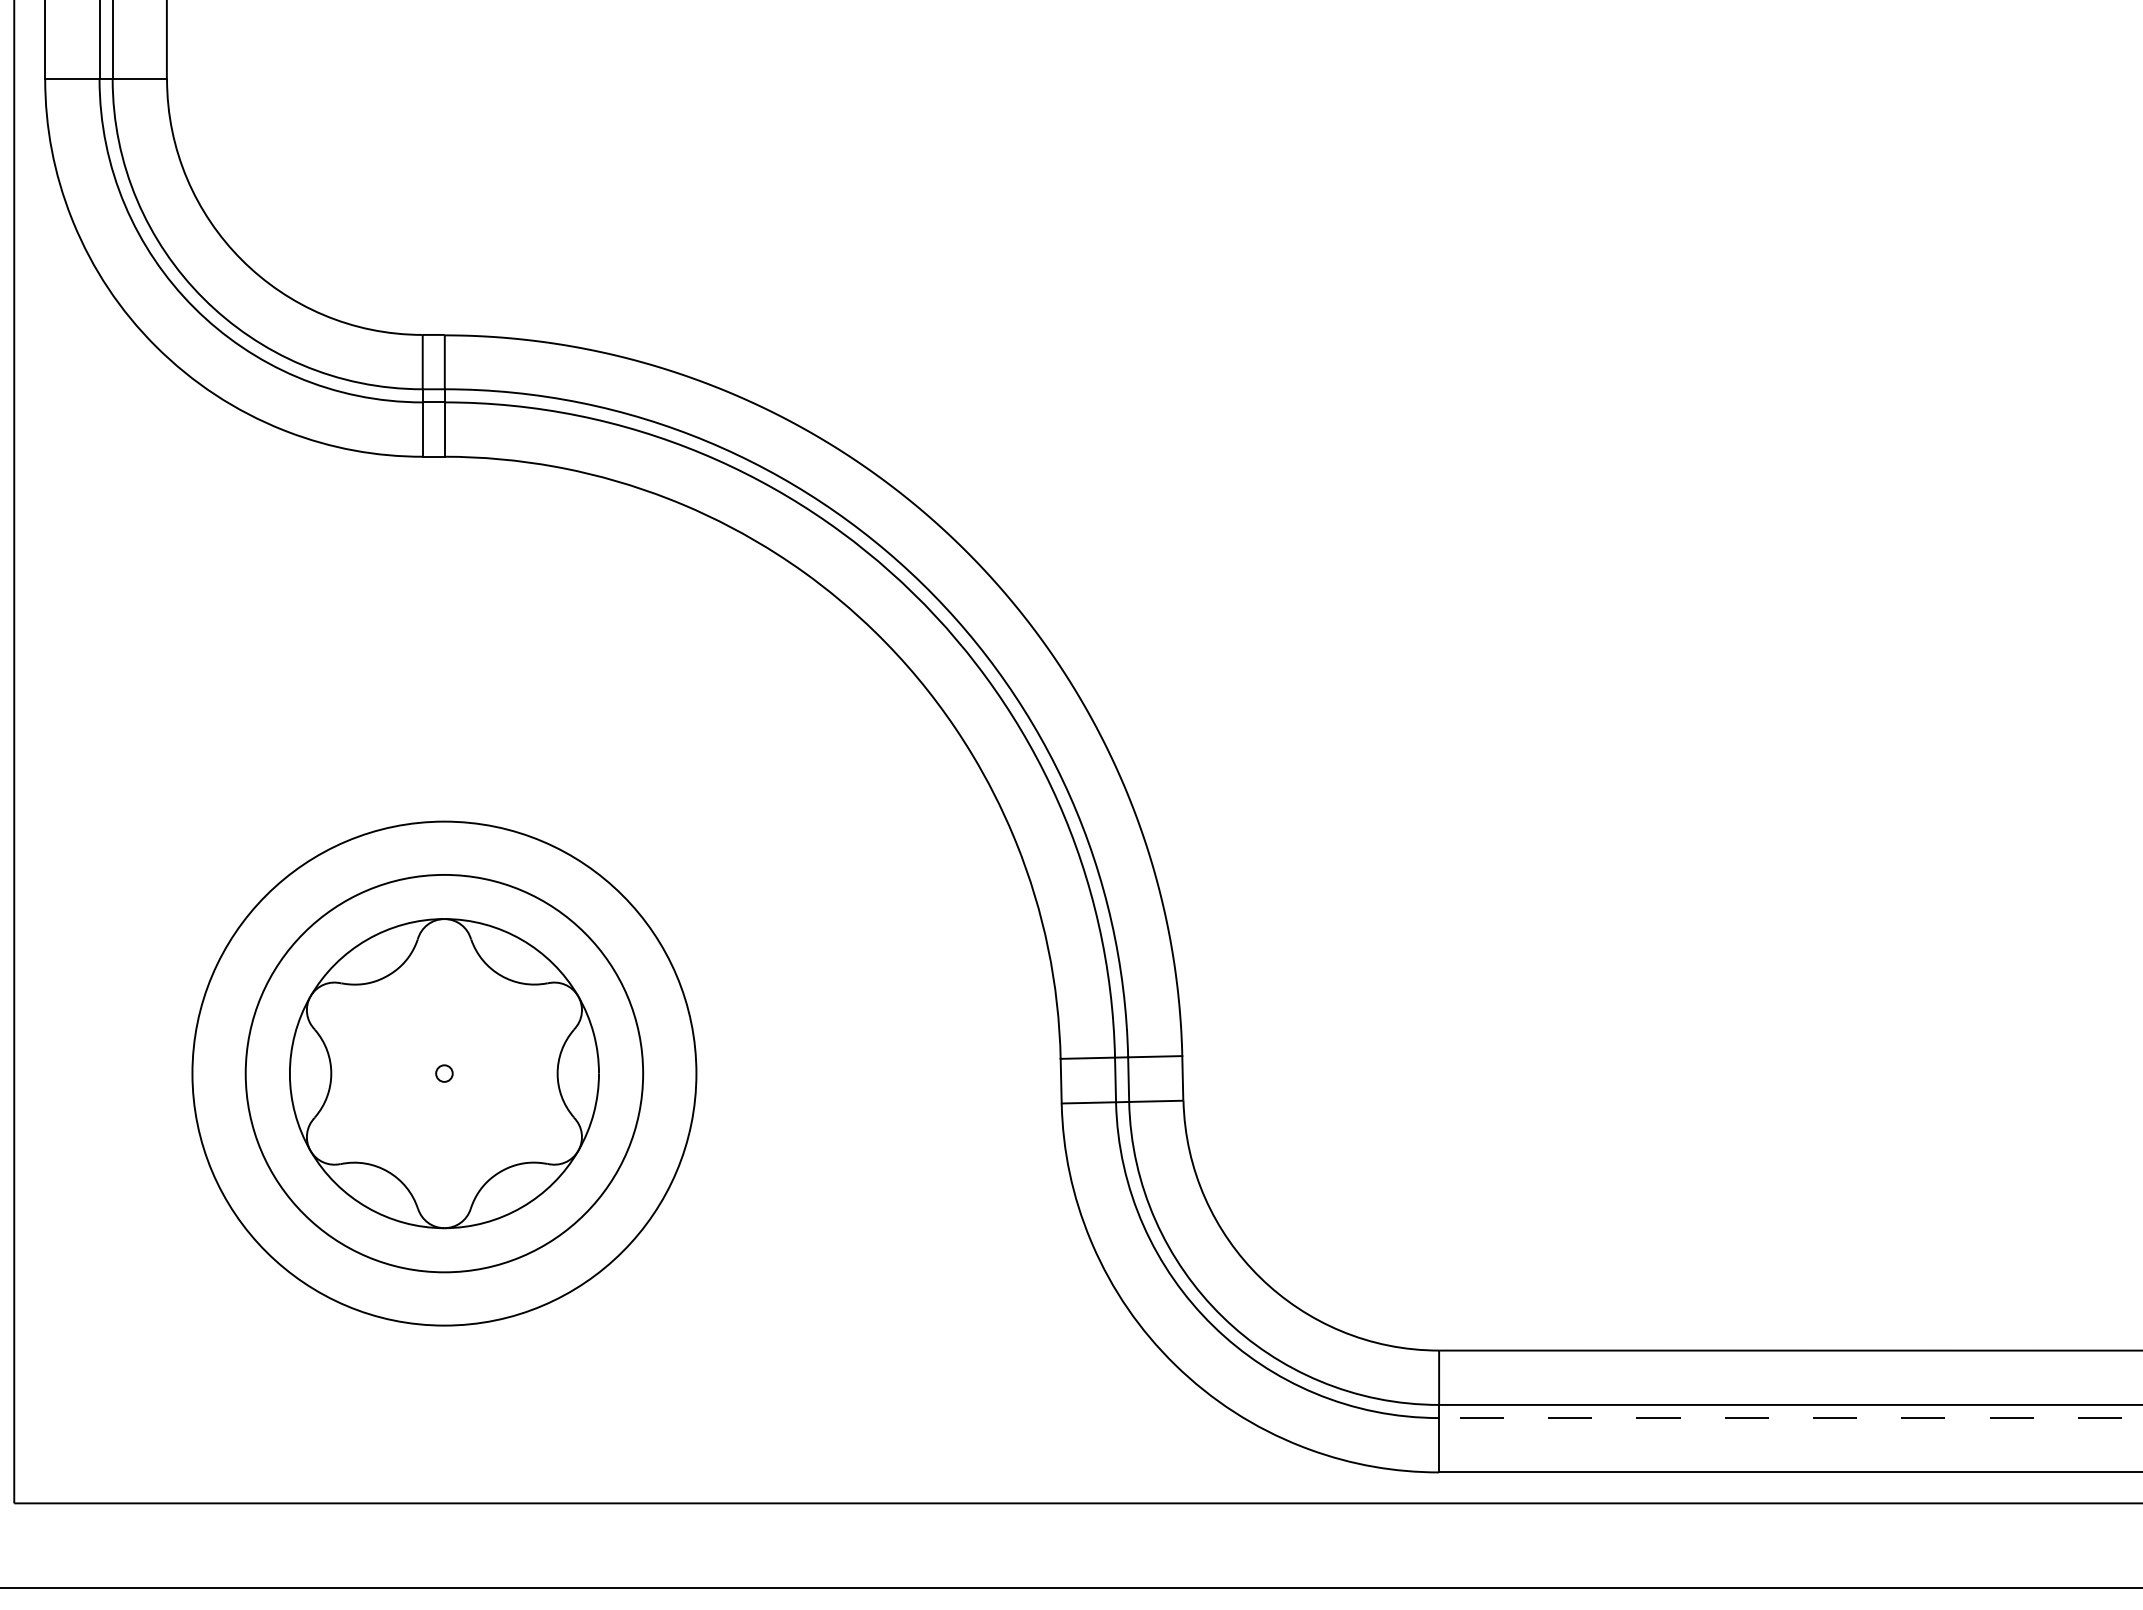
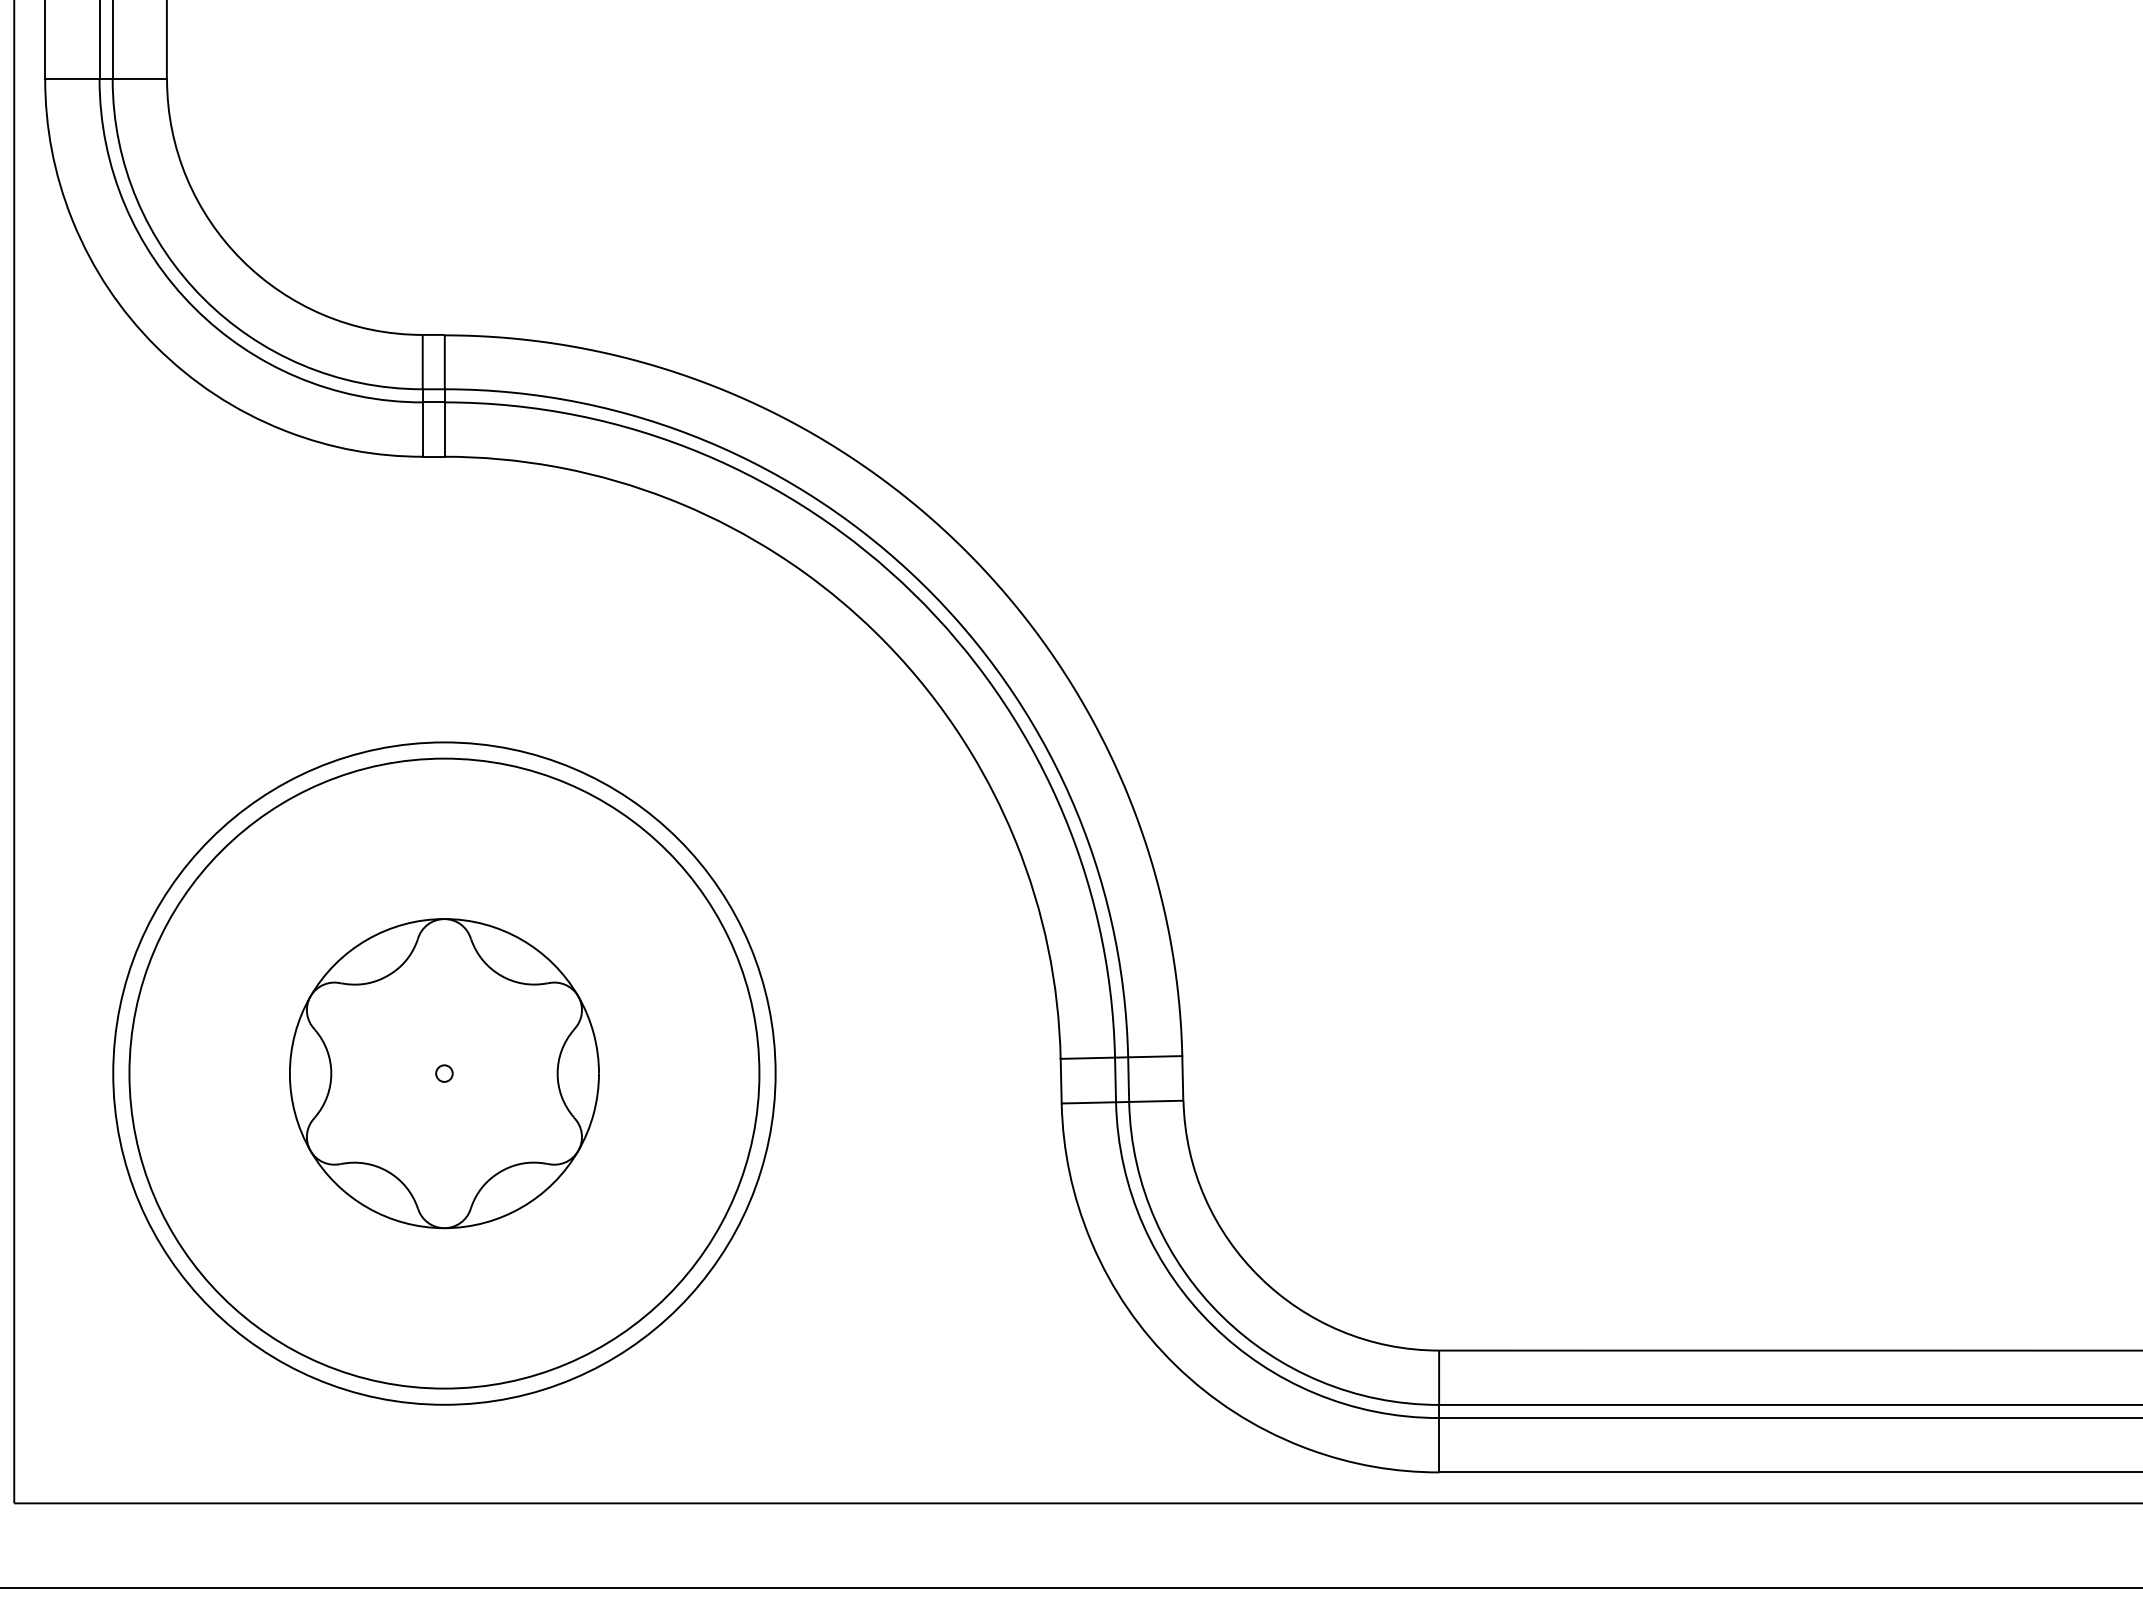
circle at (444, 1073) diameter: 397 px -> 662 px
circle at (444, 1073) diameter: 504 px -> 630 px
line at (1790, 1418): dashed -> solid
